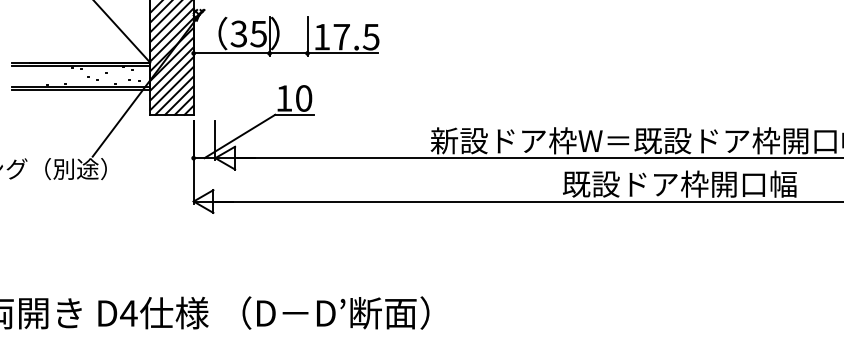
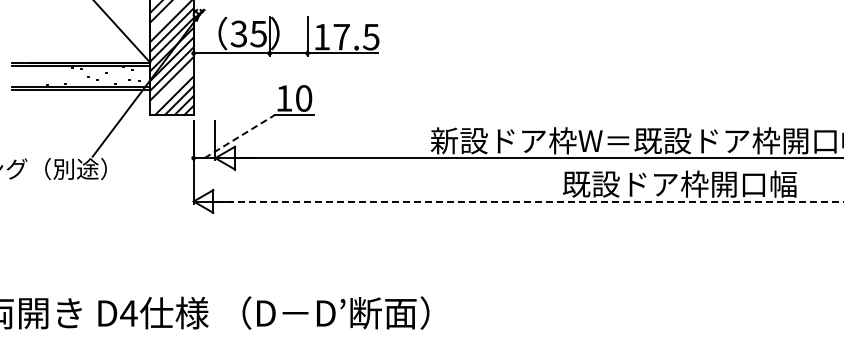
line at (165, 17): present -> none
line at (171, 88): present -> none
line at (239, 136): solid -> dashed
line at (530, 201): solid -> dashed
